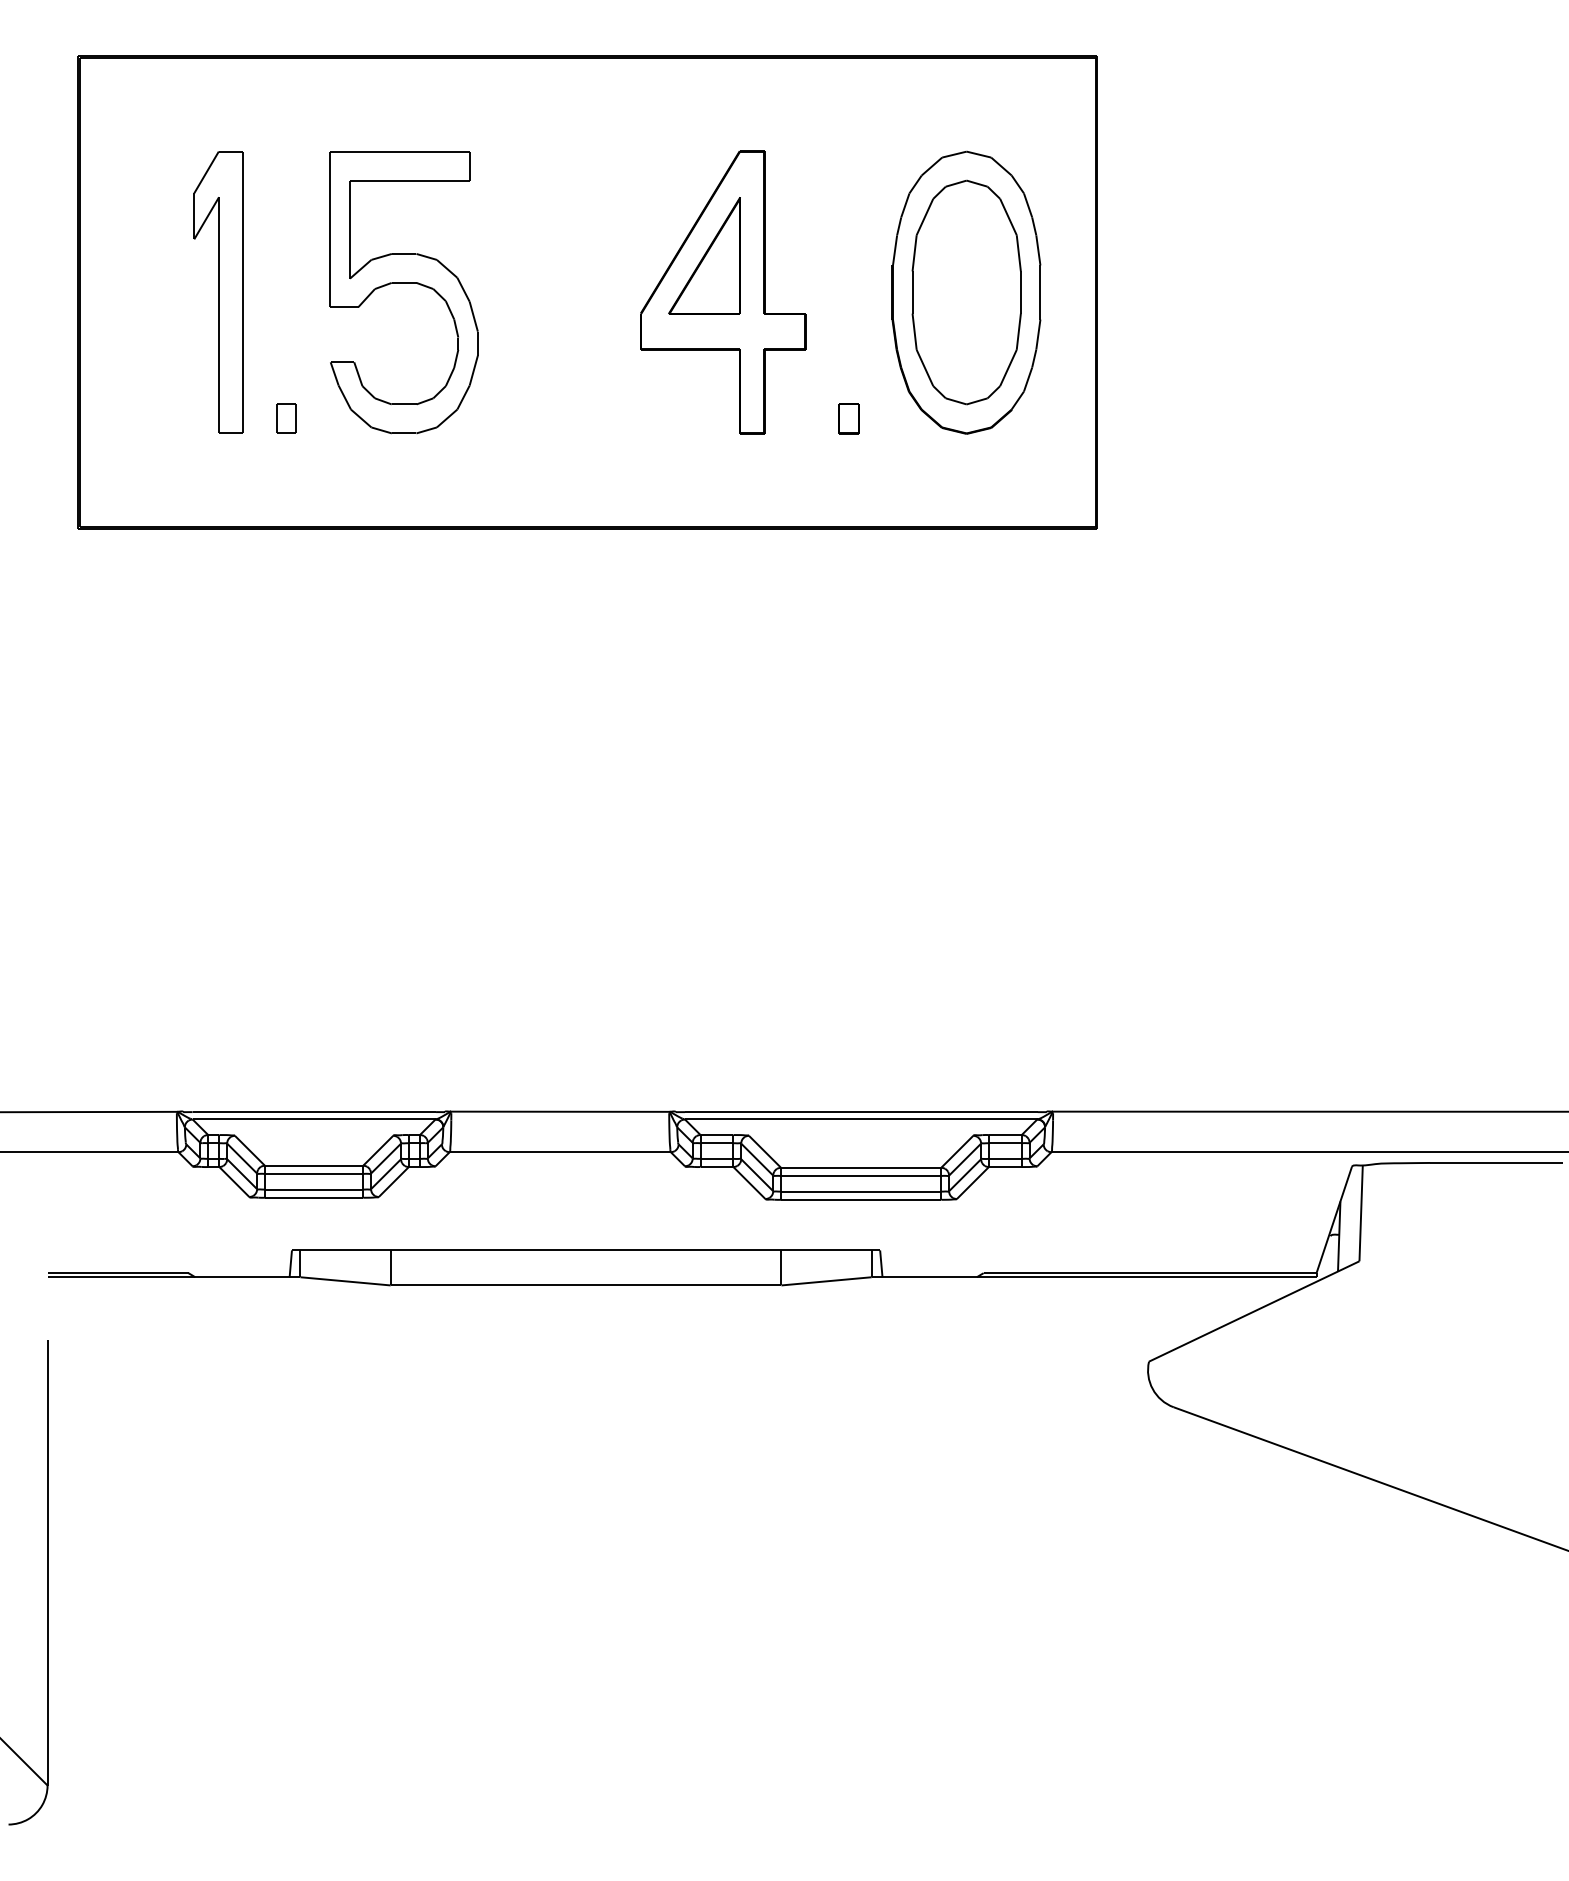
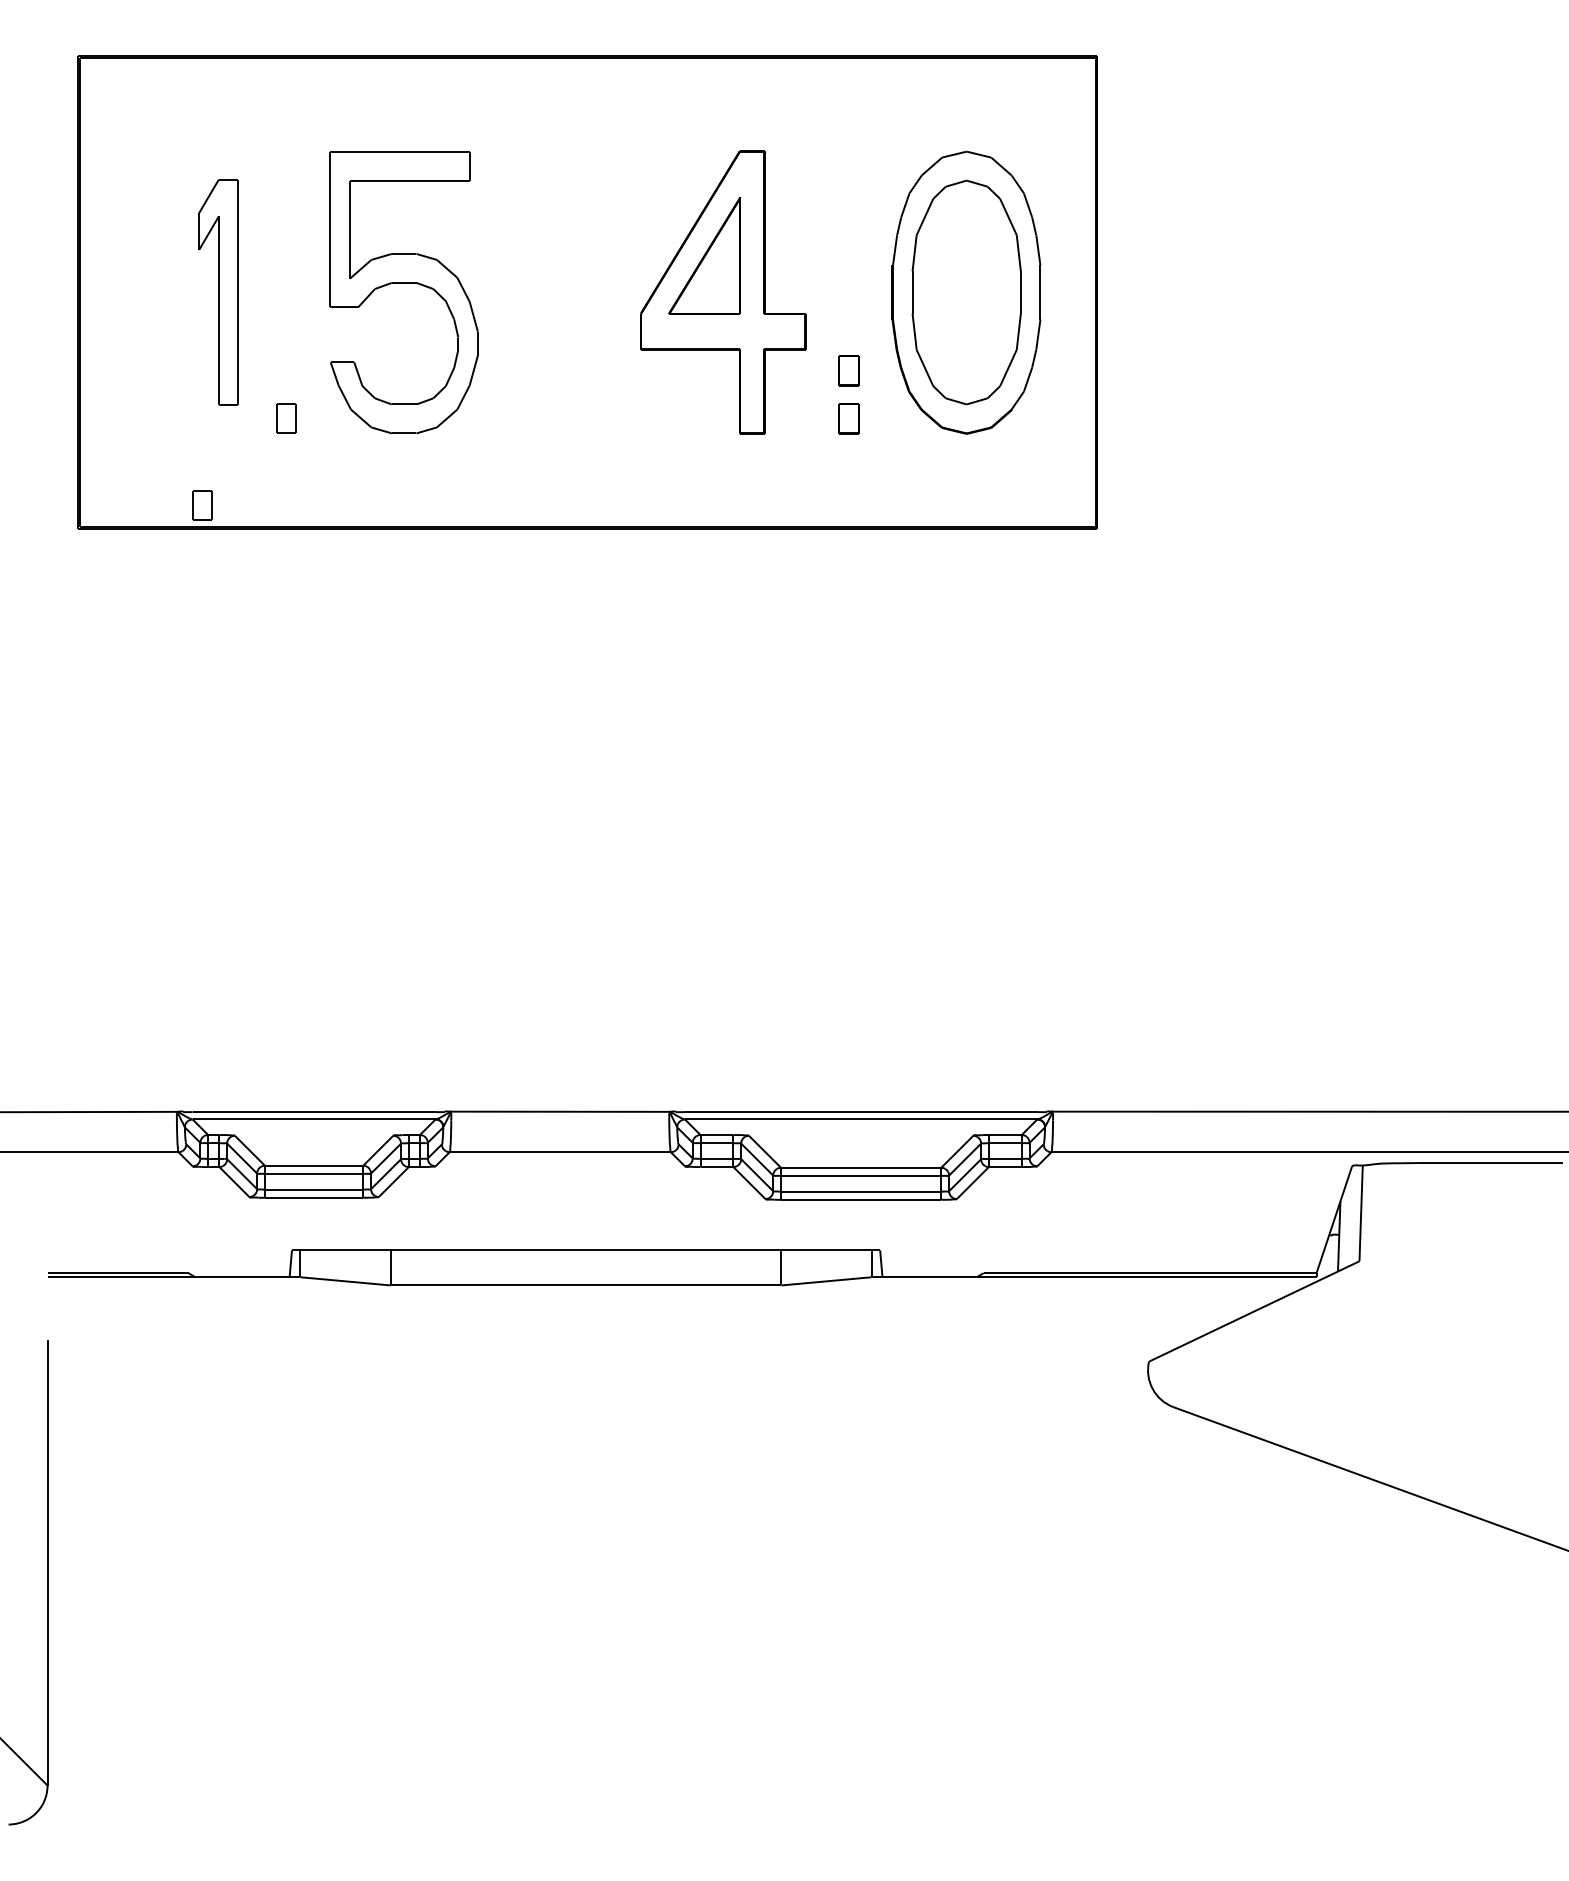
part at (218, 292) size: 51x283 px -> 41x227 px
part at (848, 370): none -> present
part at (202, 505): none -> present
